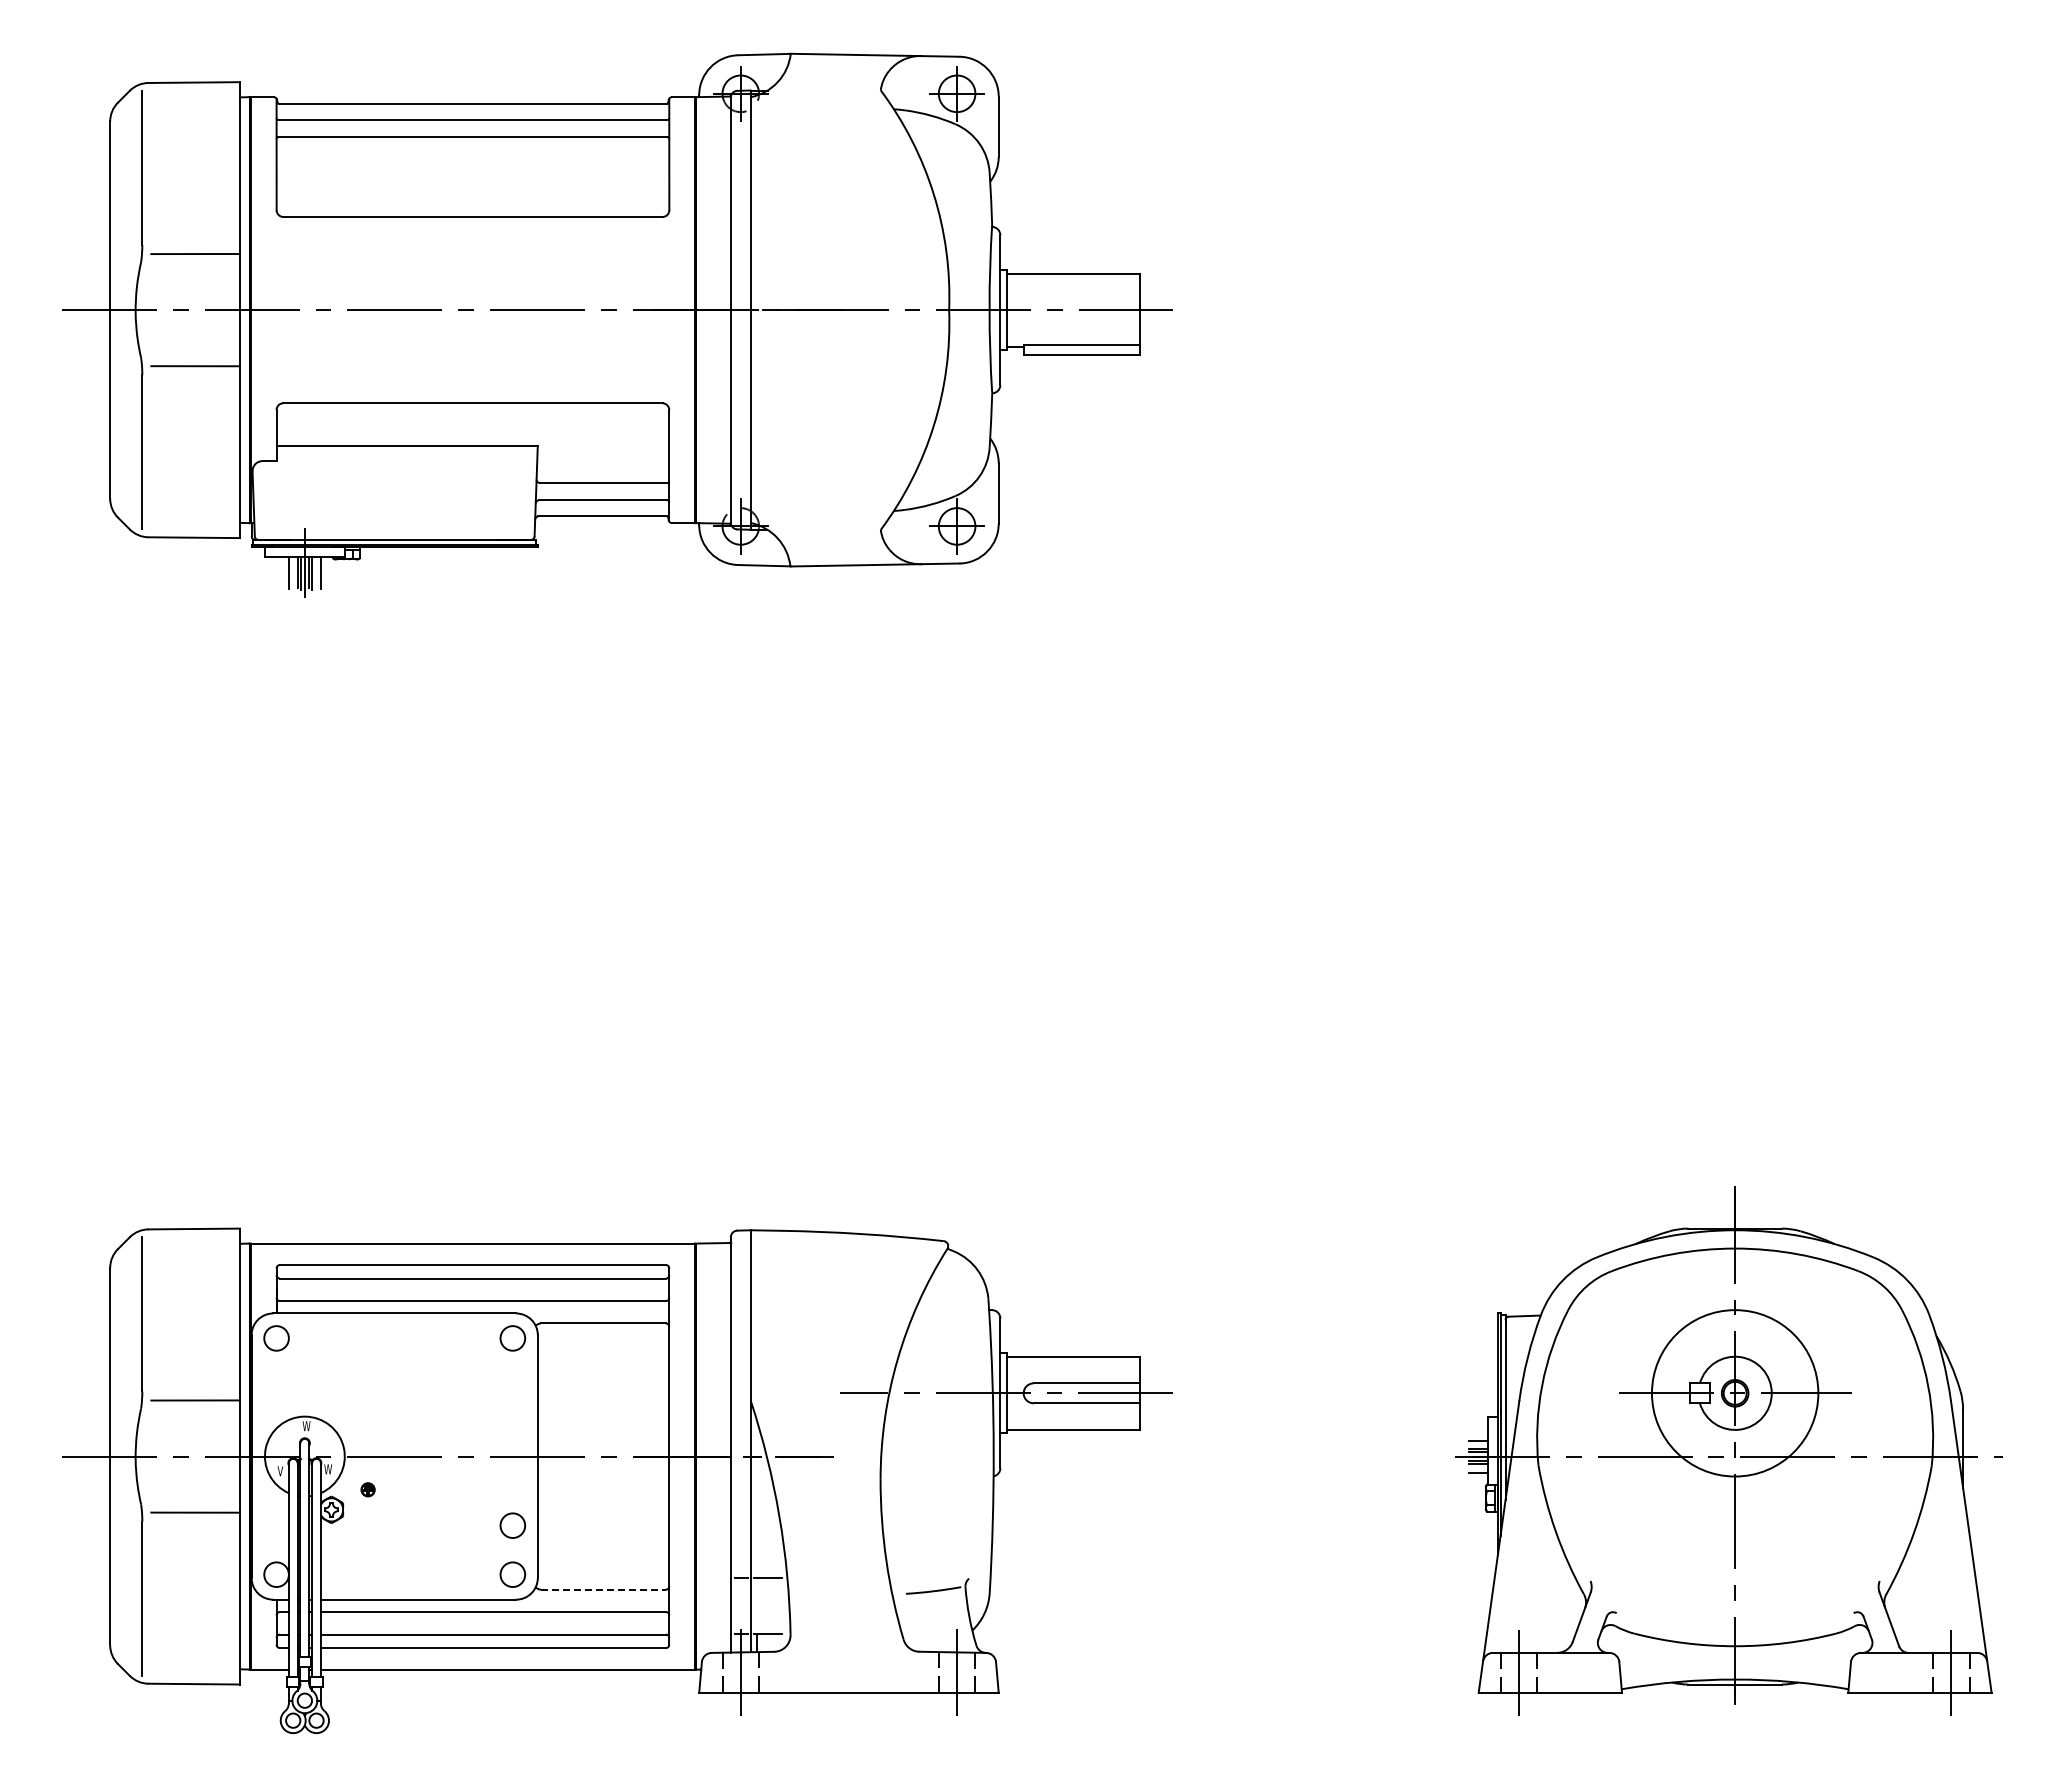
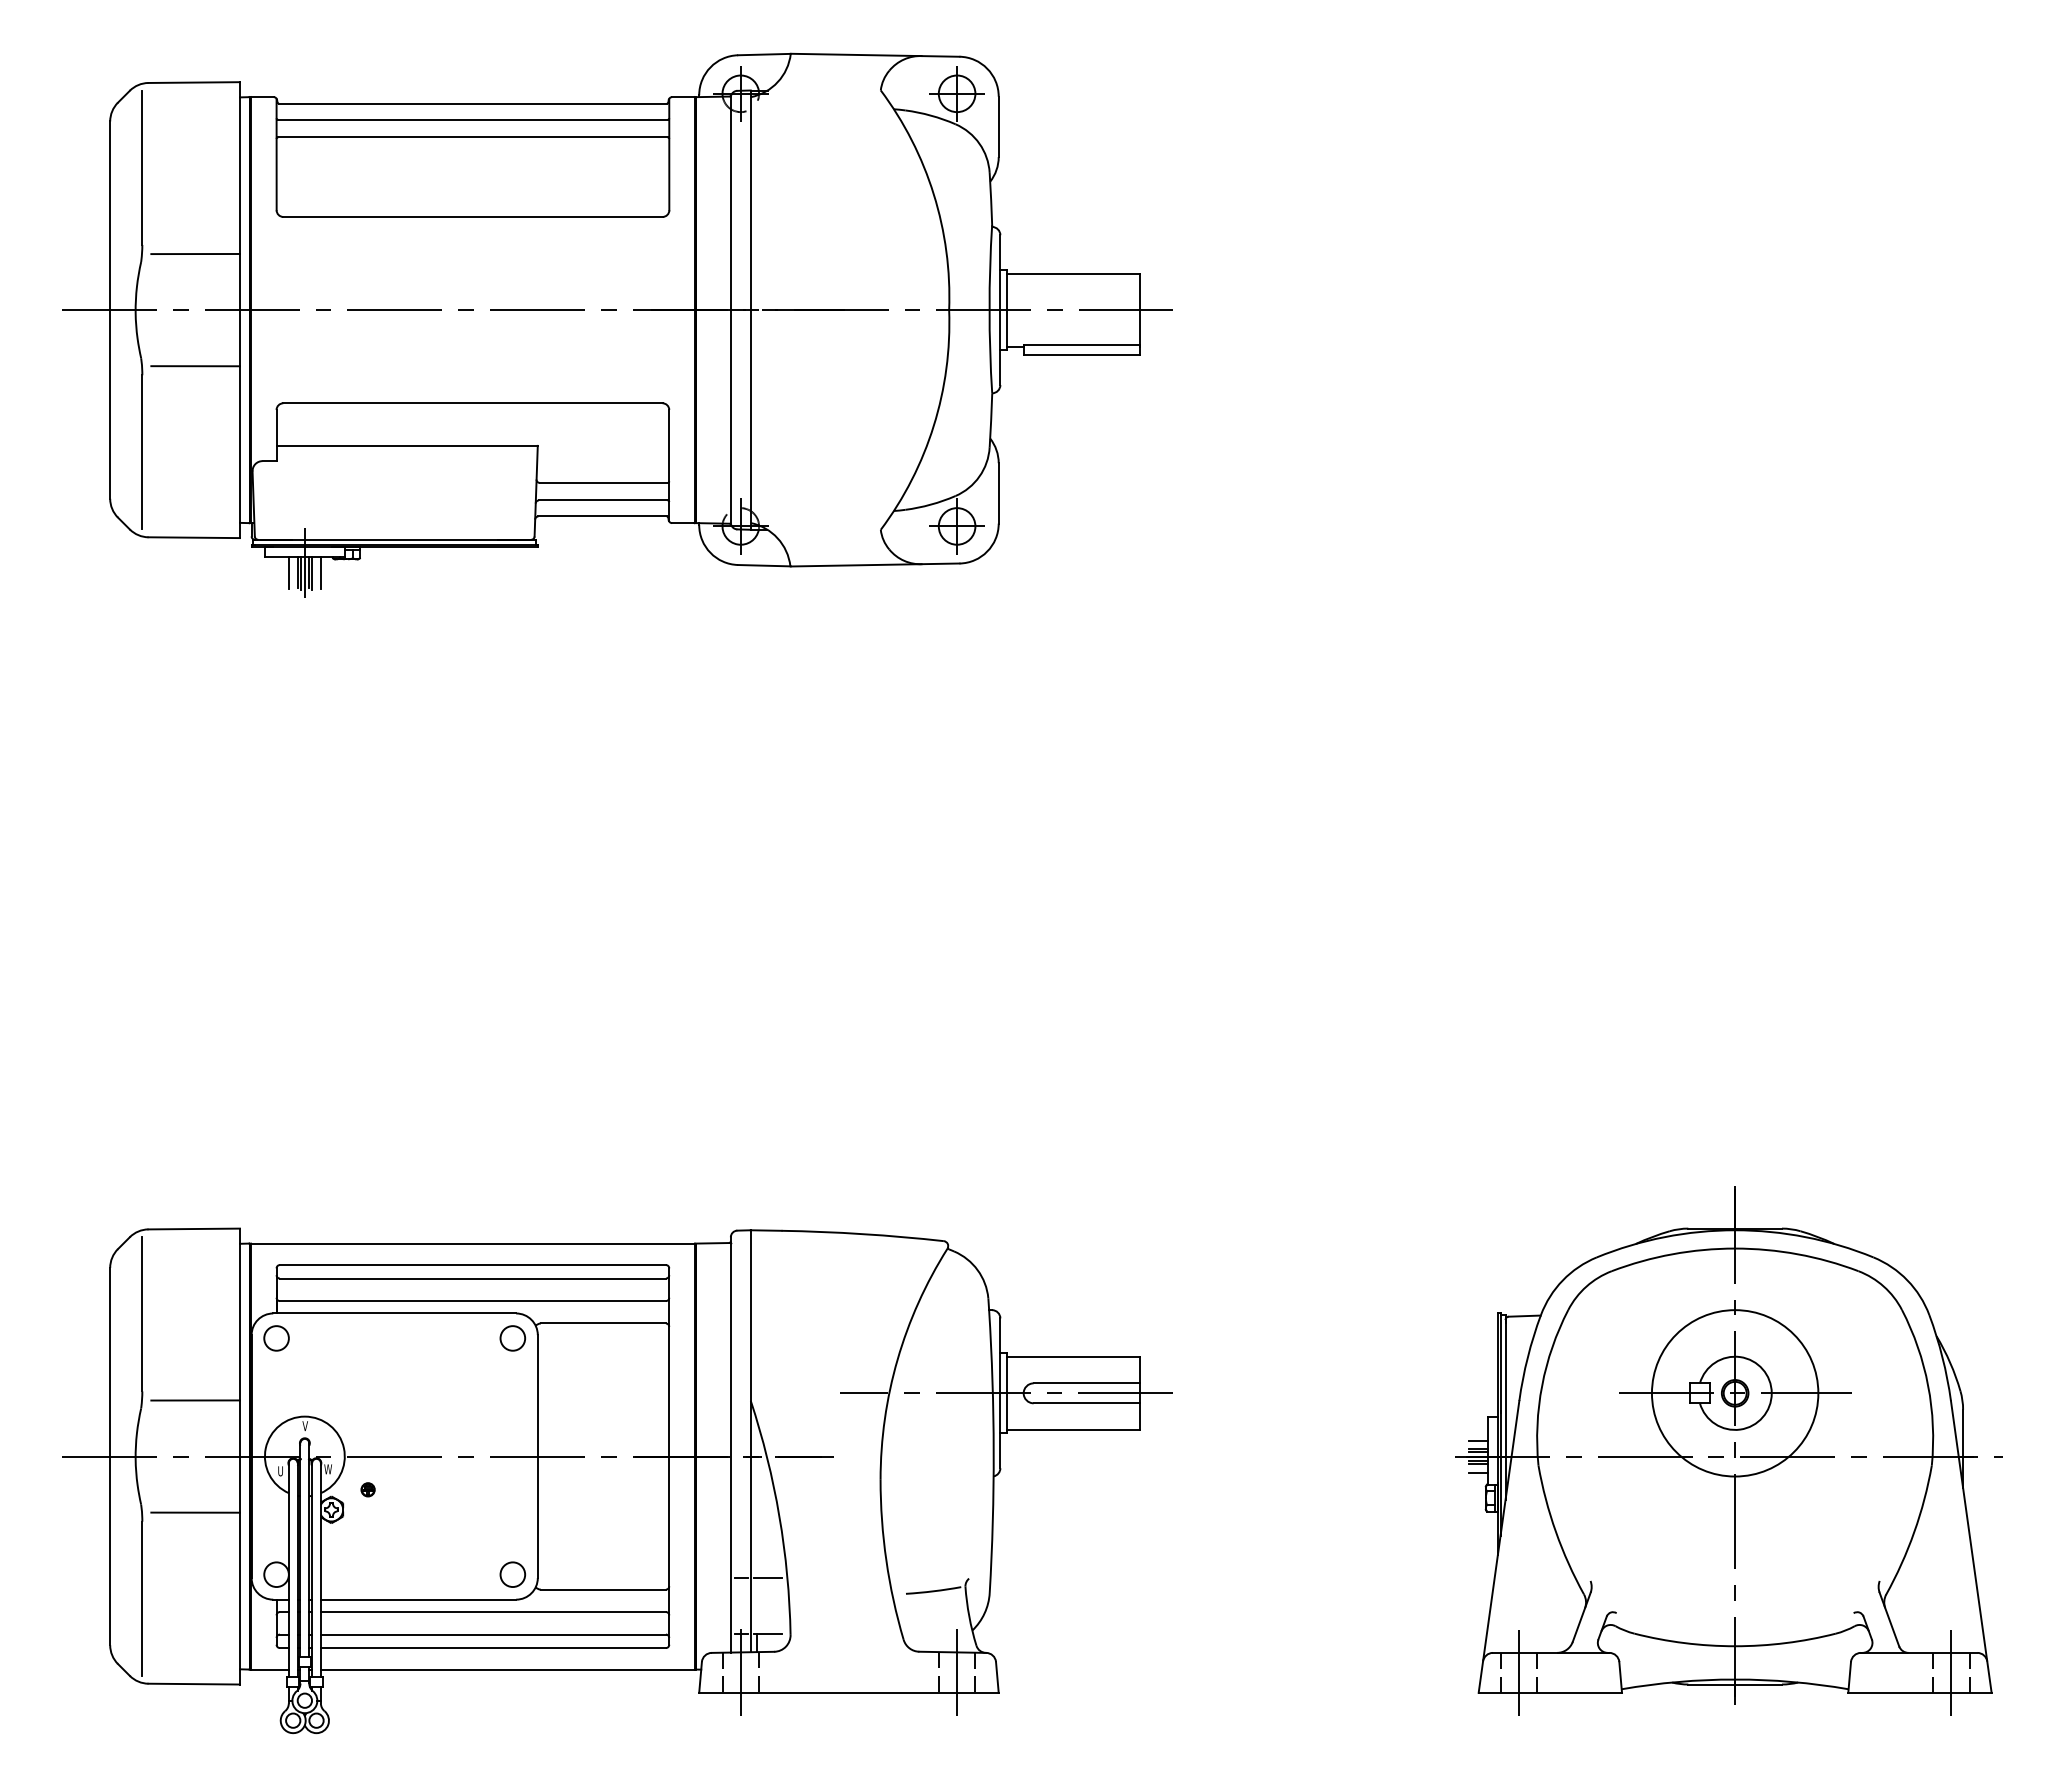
text at (306, 1426): W -> V
text at (280, 1471): V -> U
circle at (512, 1525): present -> none
line at (603, 1589): dashed -> solid
